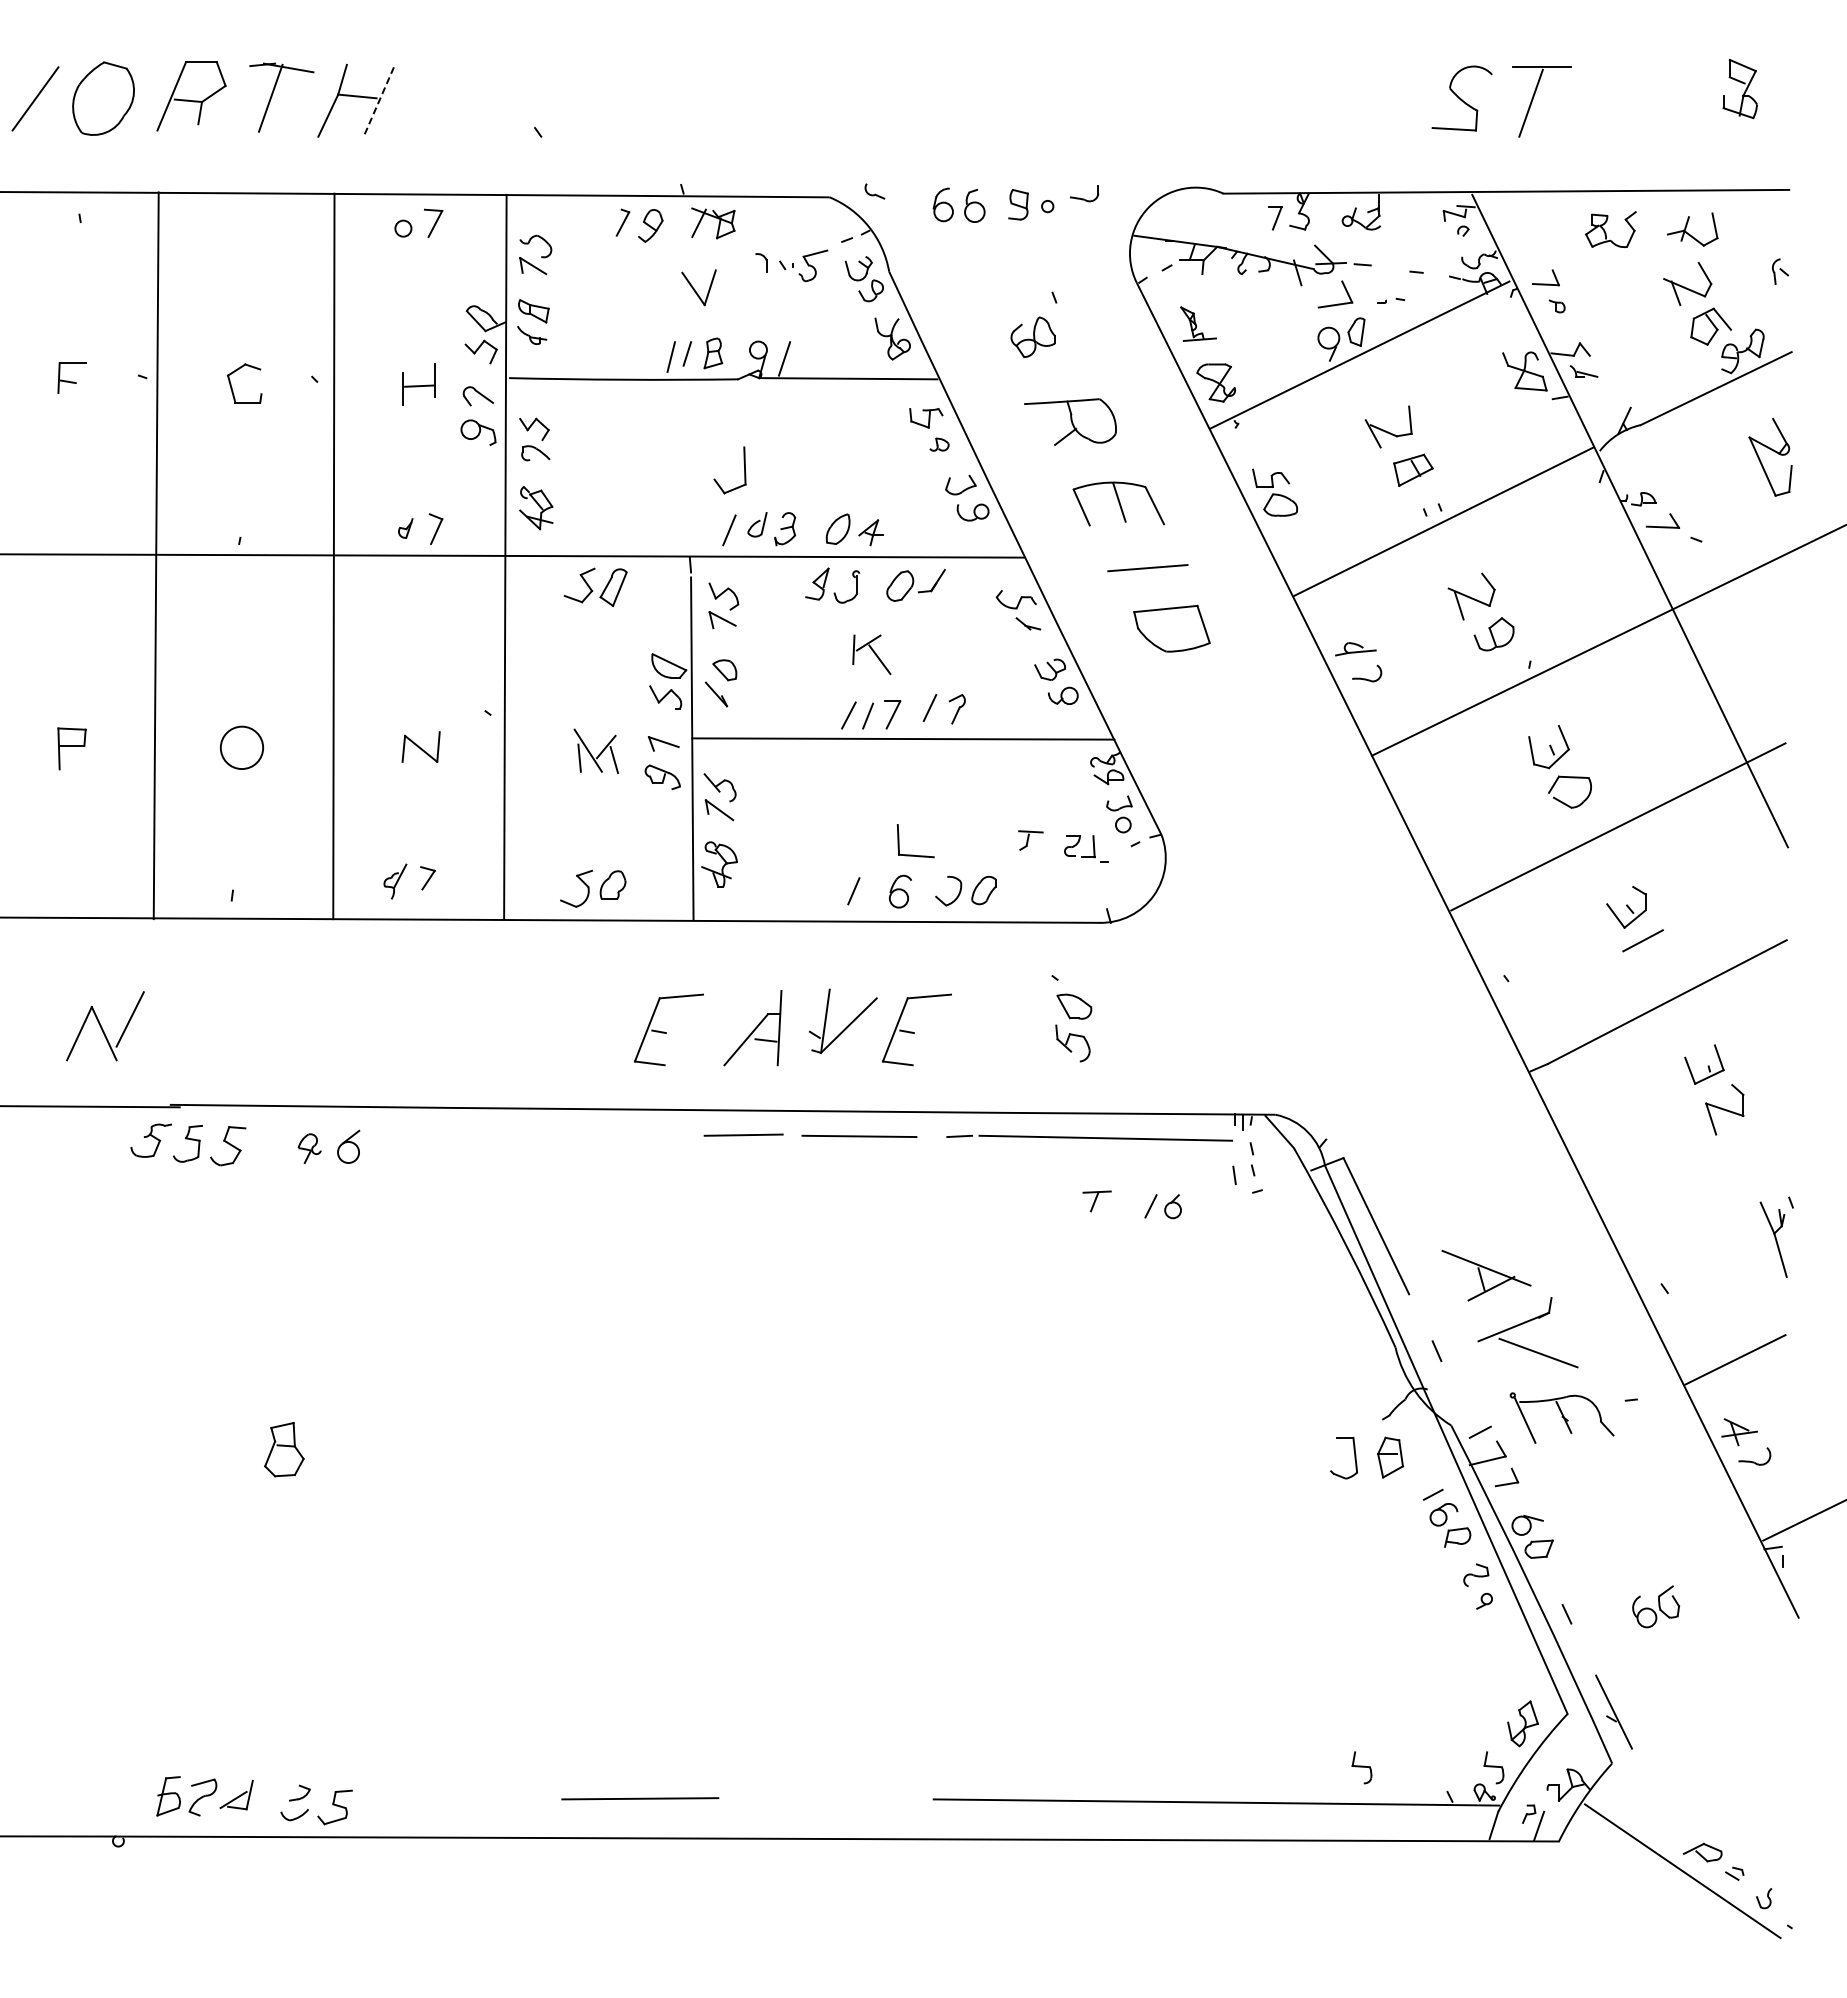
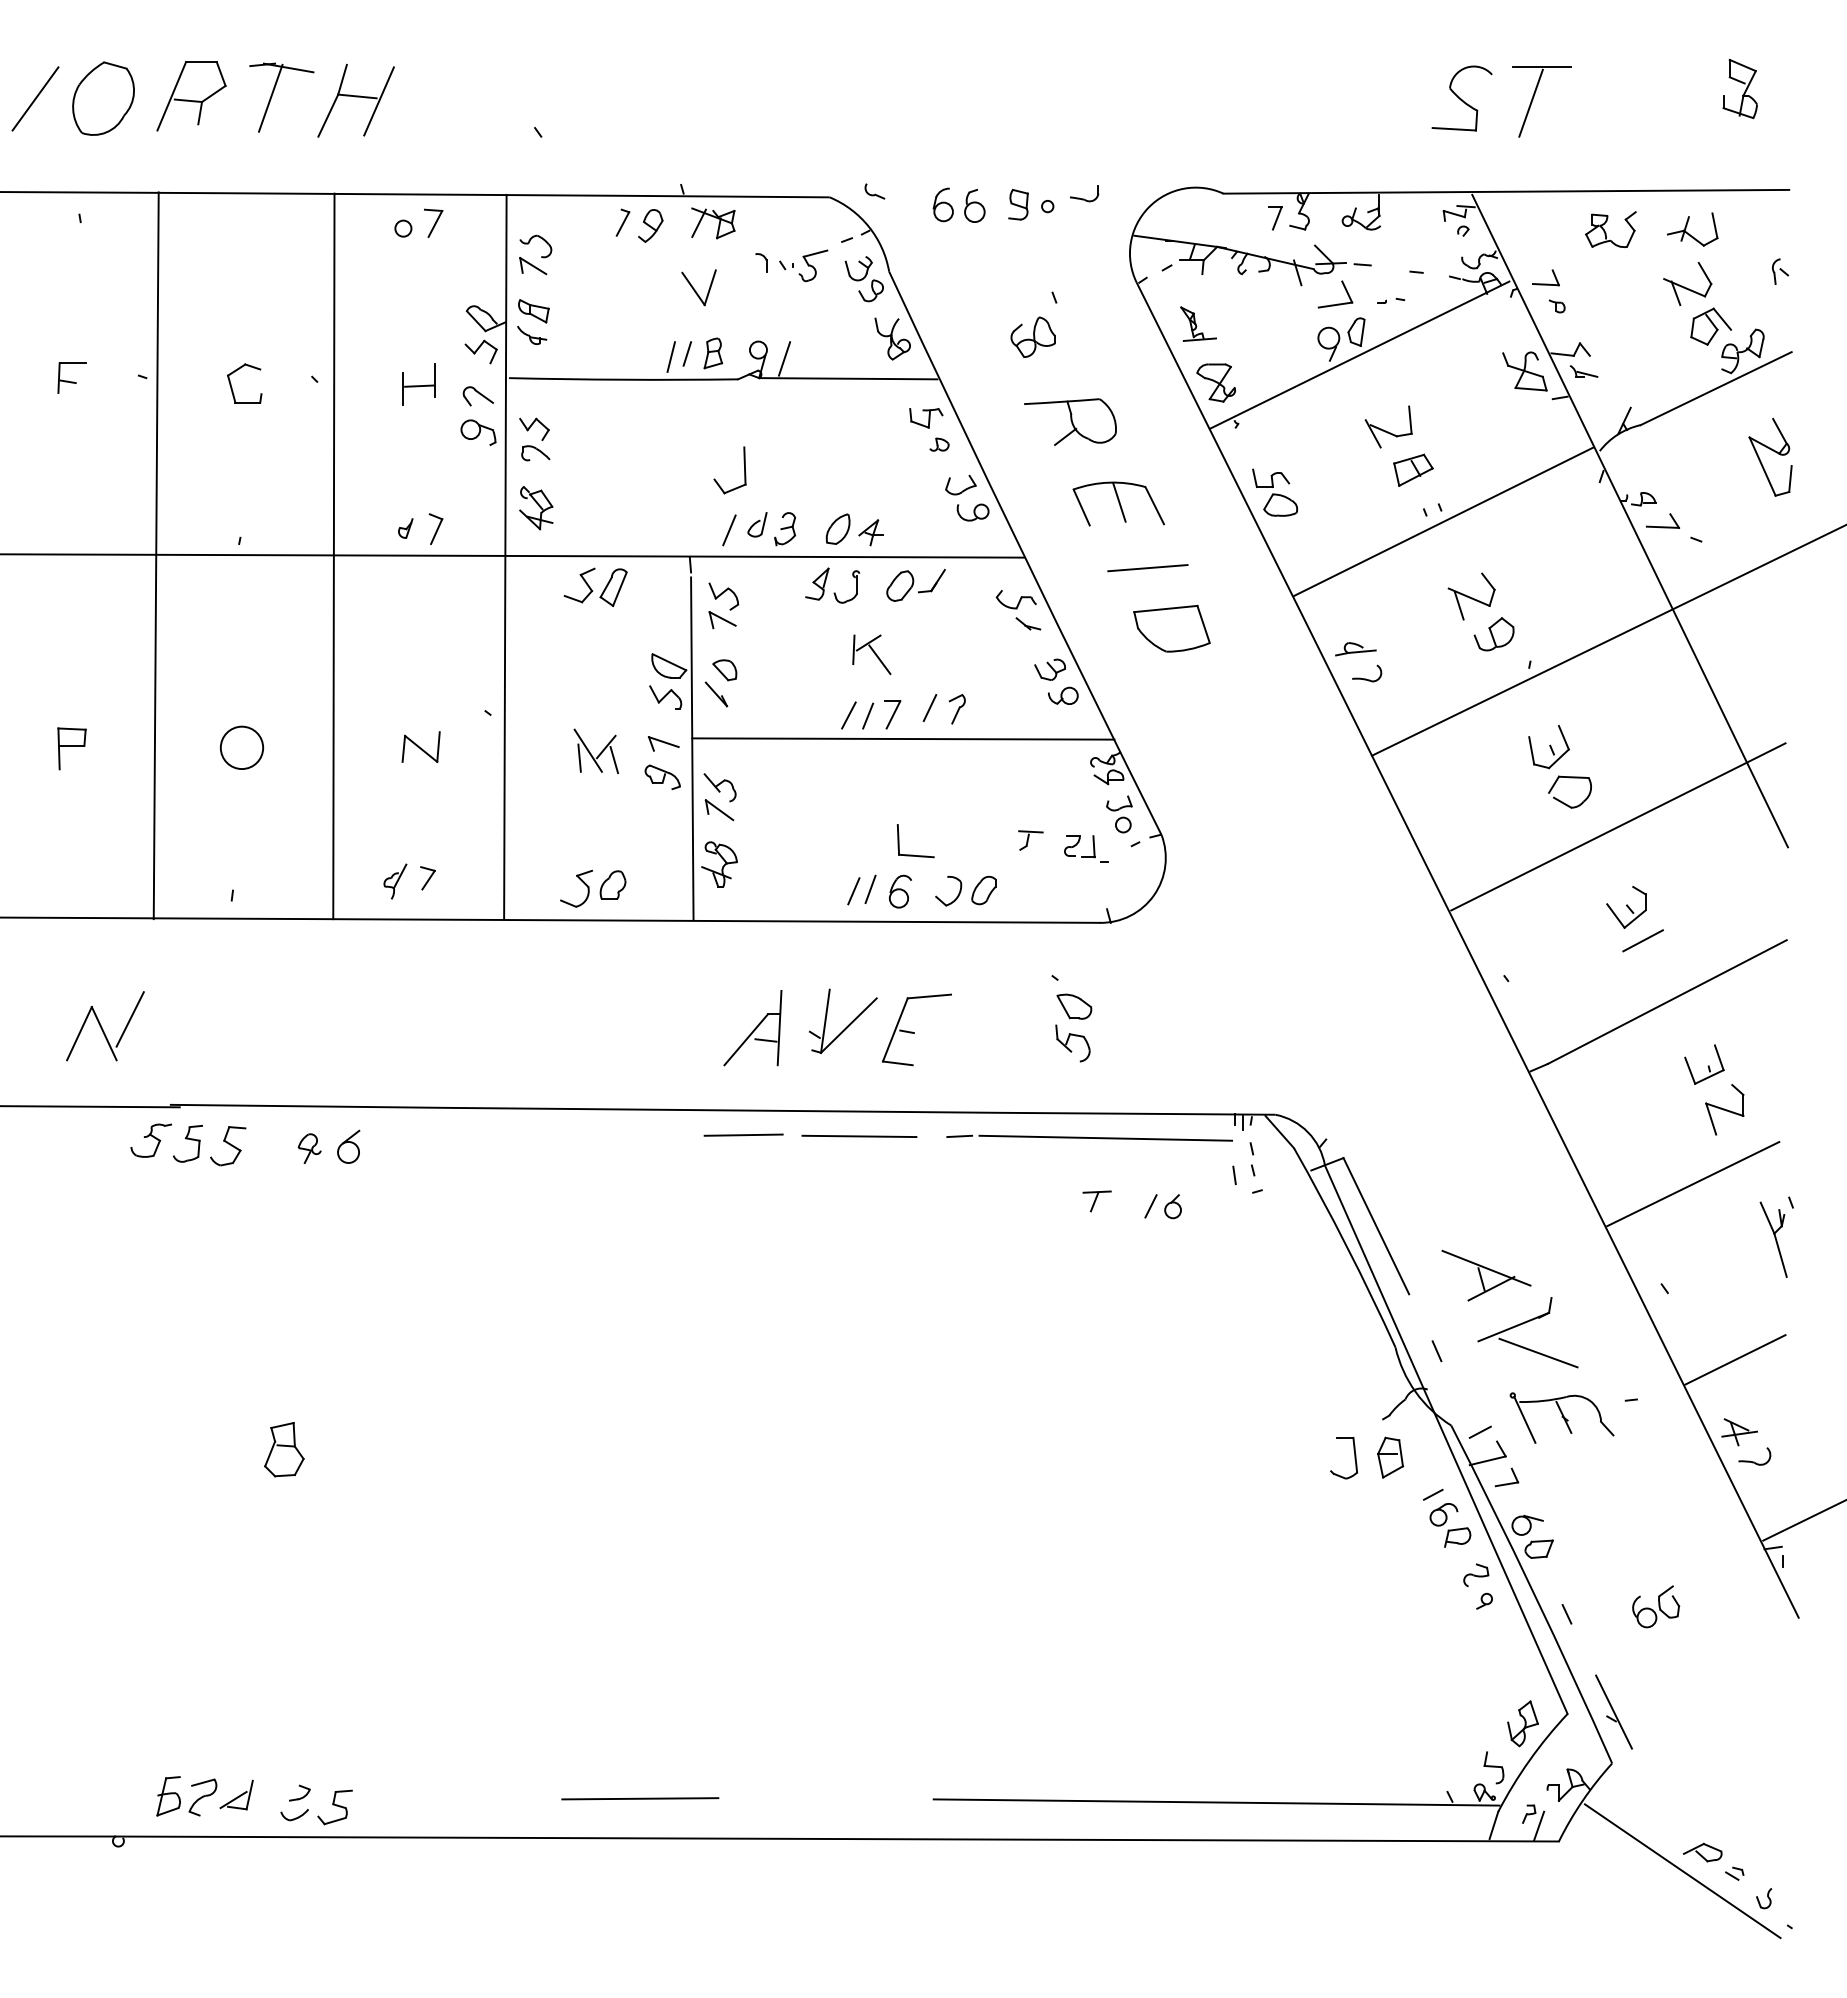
line at (378, 101): dashed -> solid
line at (870, 889): none -> present
part at (668, 1029): present -> none
line at (1693, 1183): none -> present
part at (1361, 1767): present -> none
